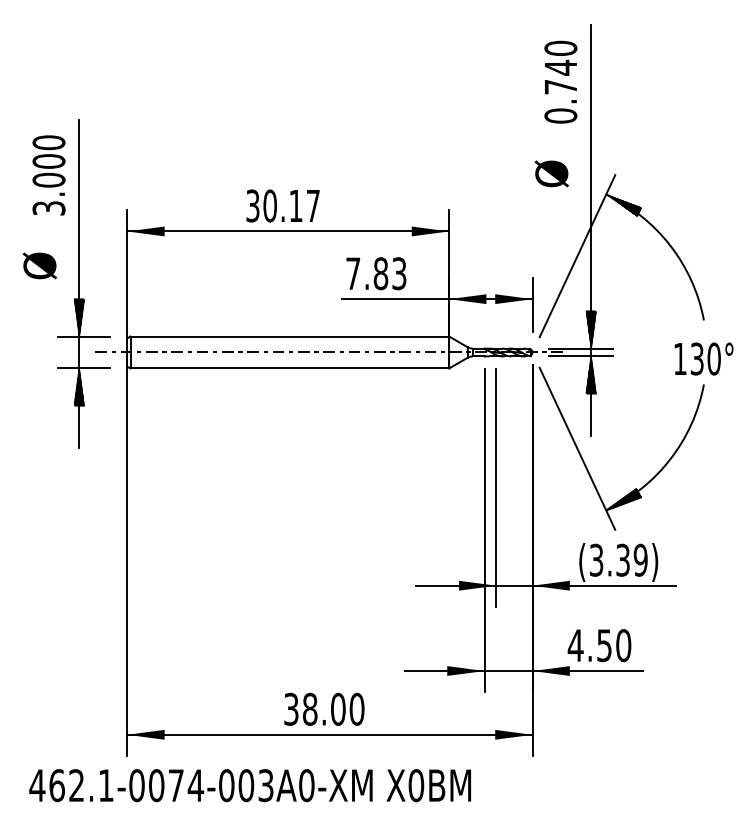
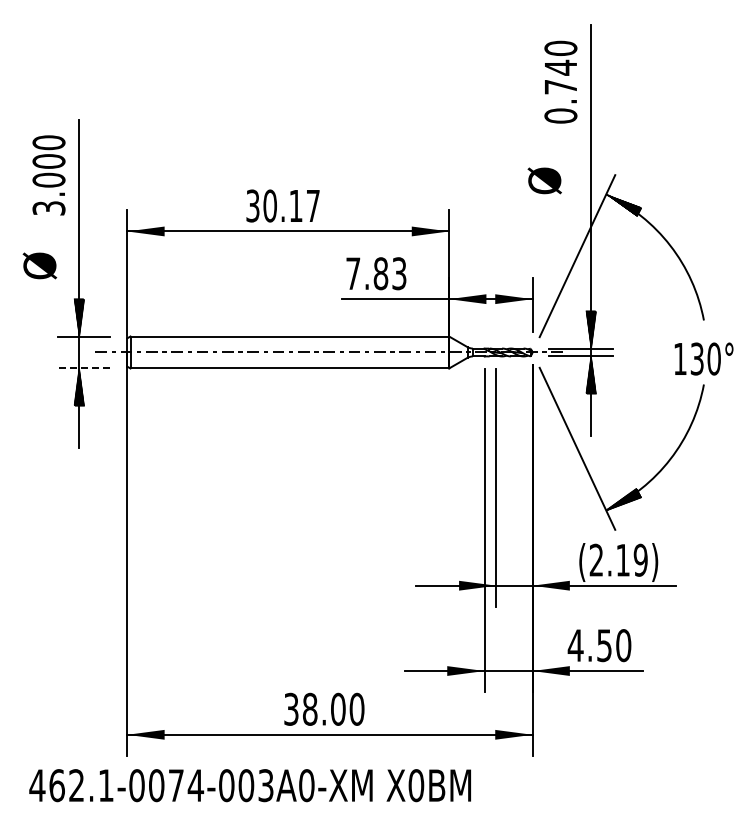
text at (551, 173) position: (551, 173) -> (544, 180)
line at (83, 368): solid -> dashed
text at (609, 559): (3.39) -> (2.19)
